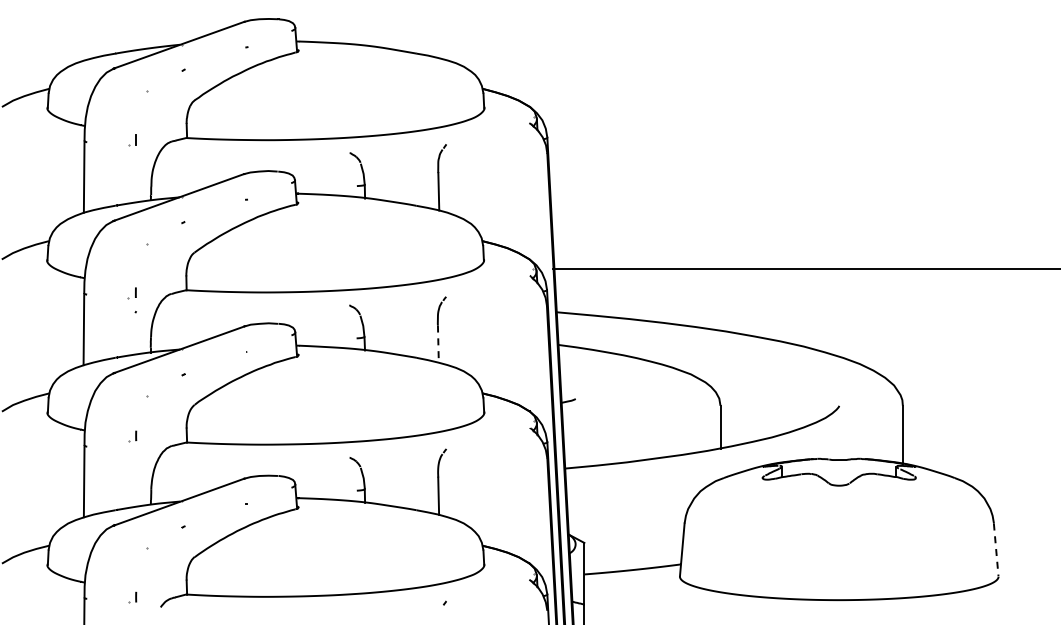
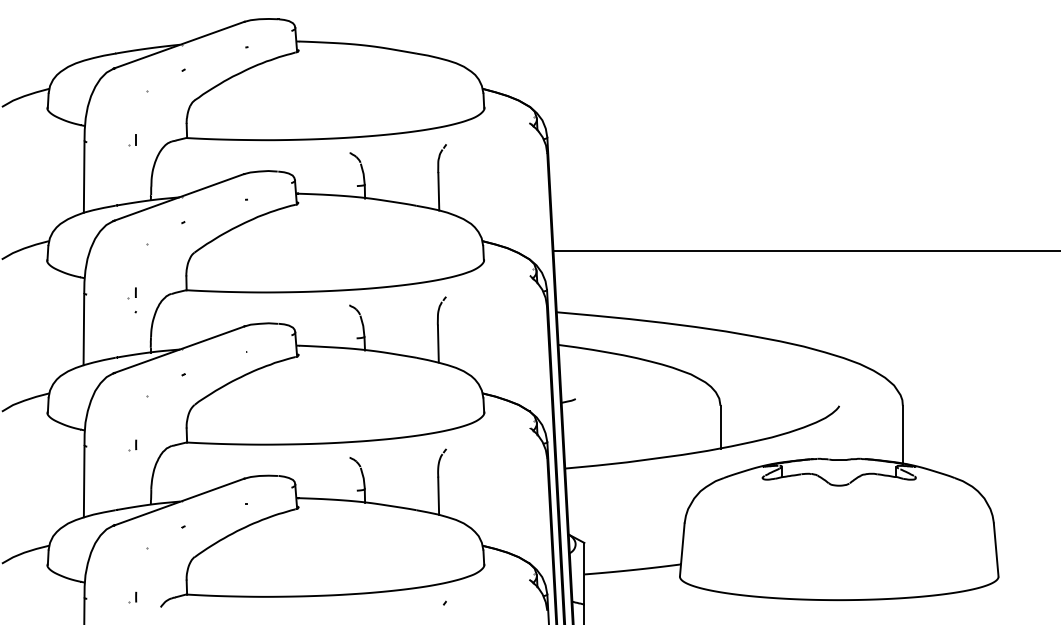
line at (805, 269) position: (805, 269) -> (805, 251)
line at (438, 344): dashed -> solid
part at (132, 436) position: (132, 436) -> (132, 445)
line at (996, 550): dashed -> solid
